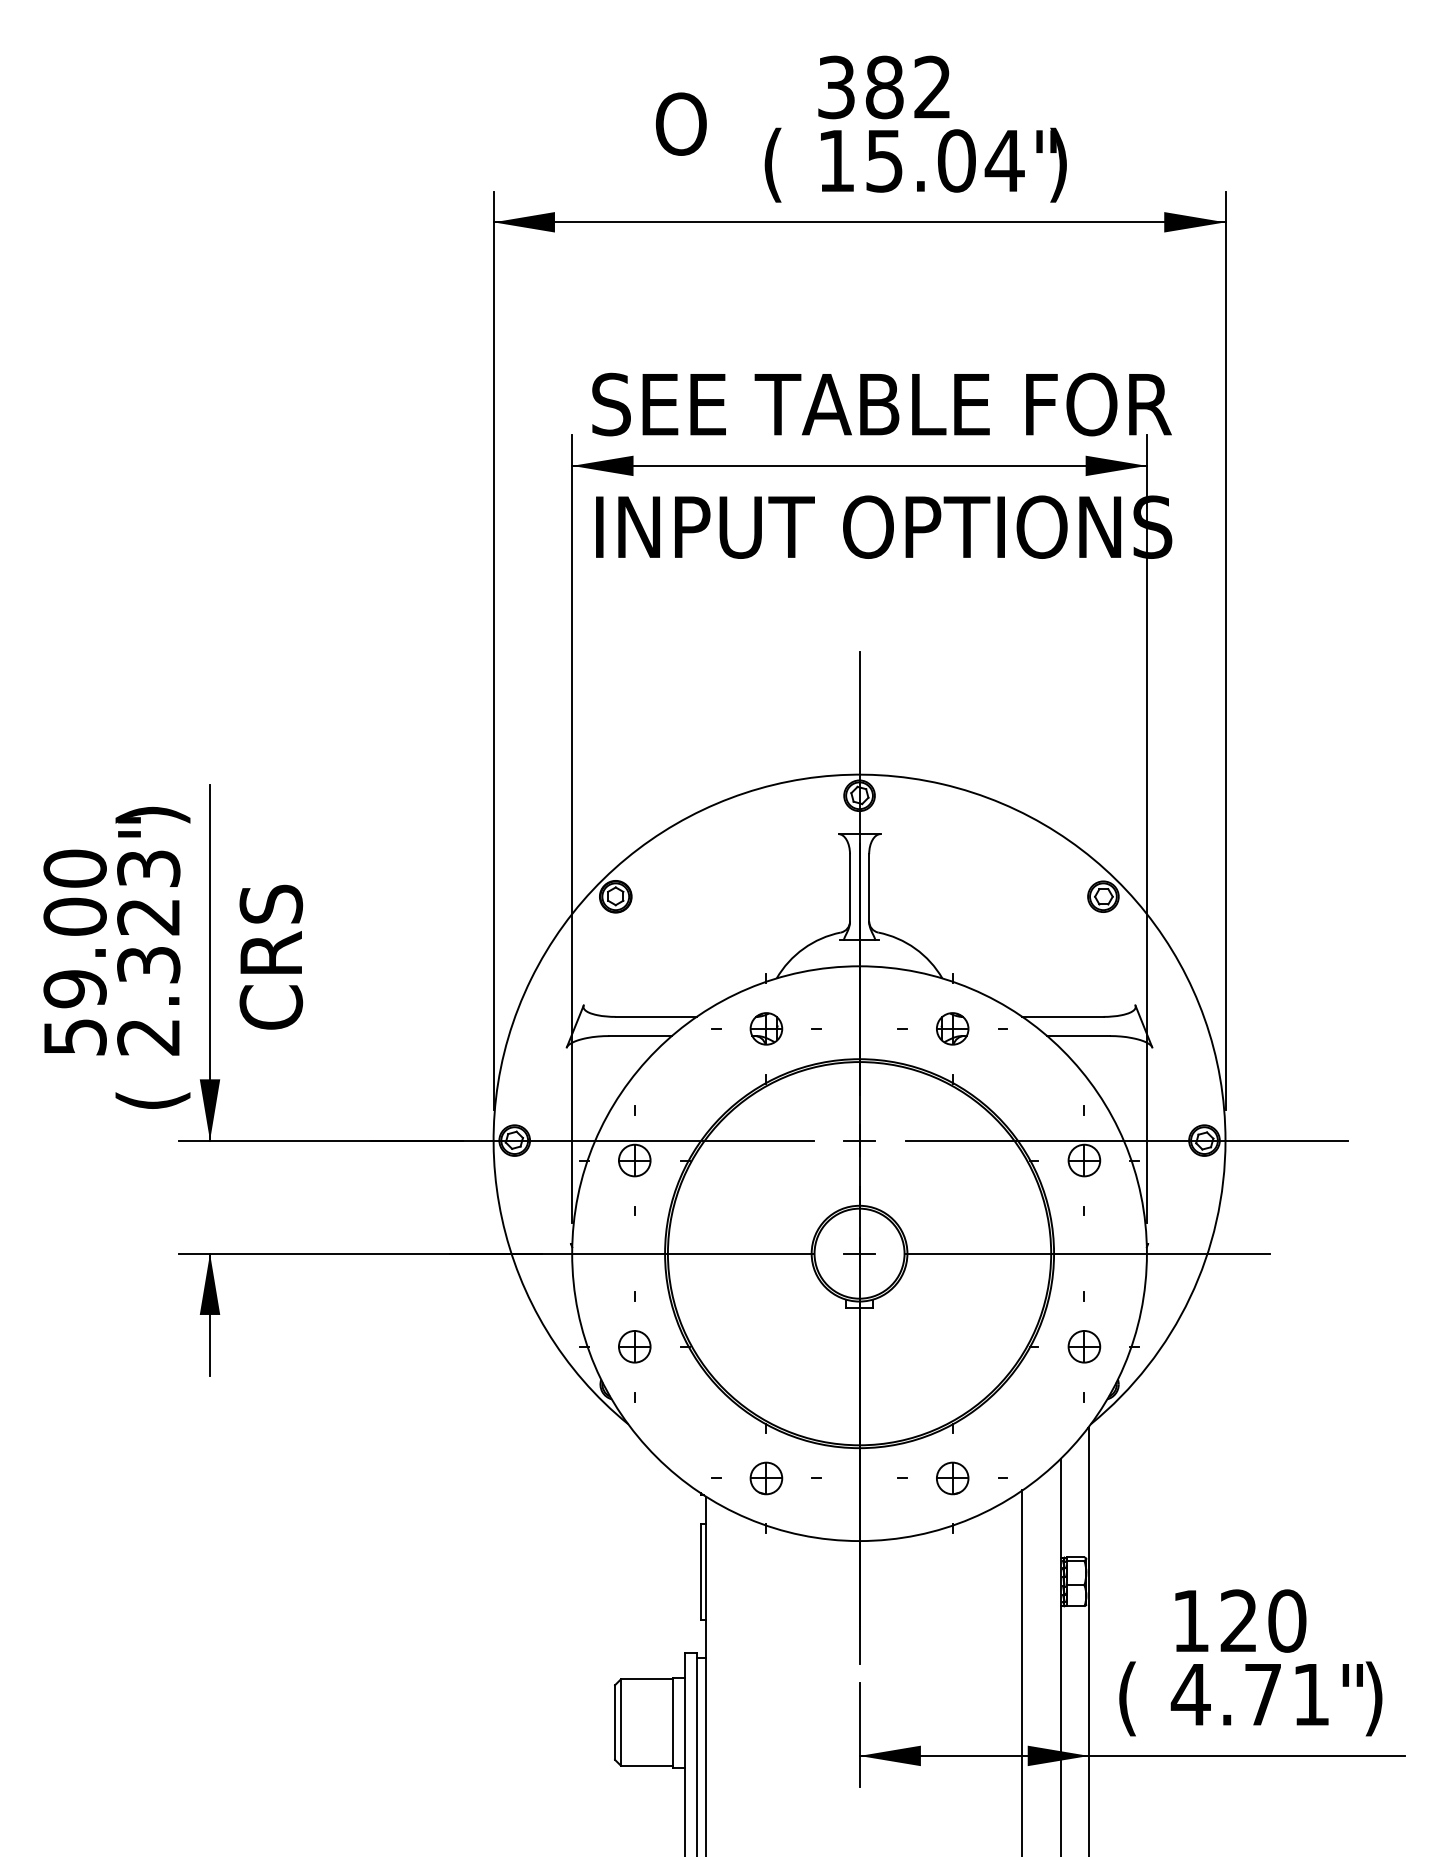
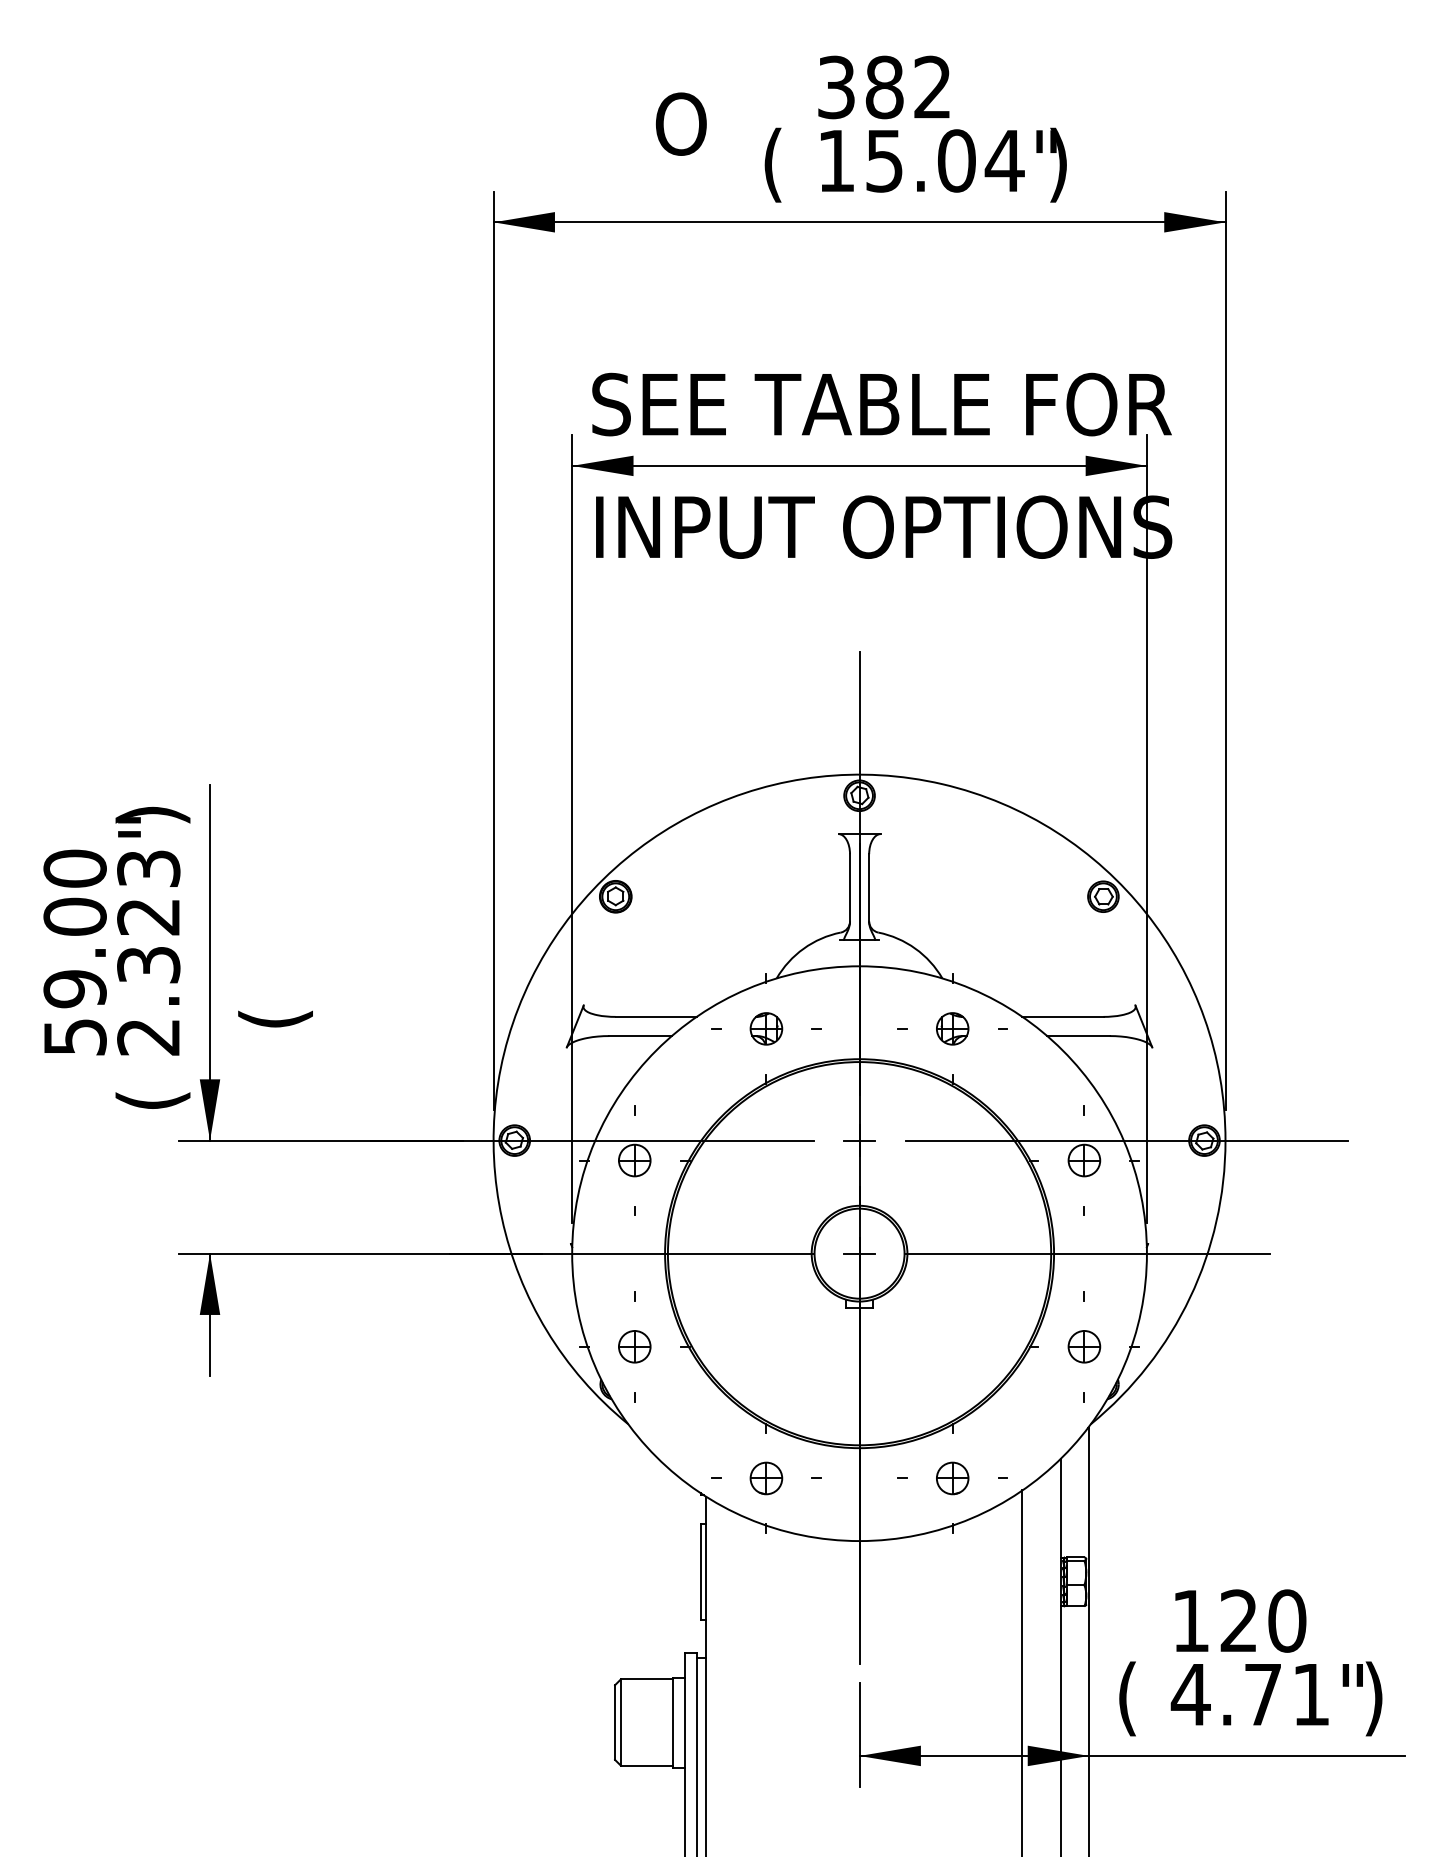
text at (275, 956): CRS -> (
